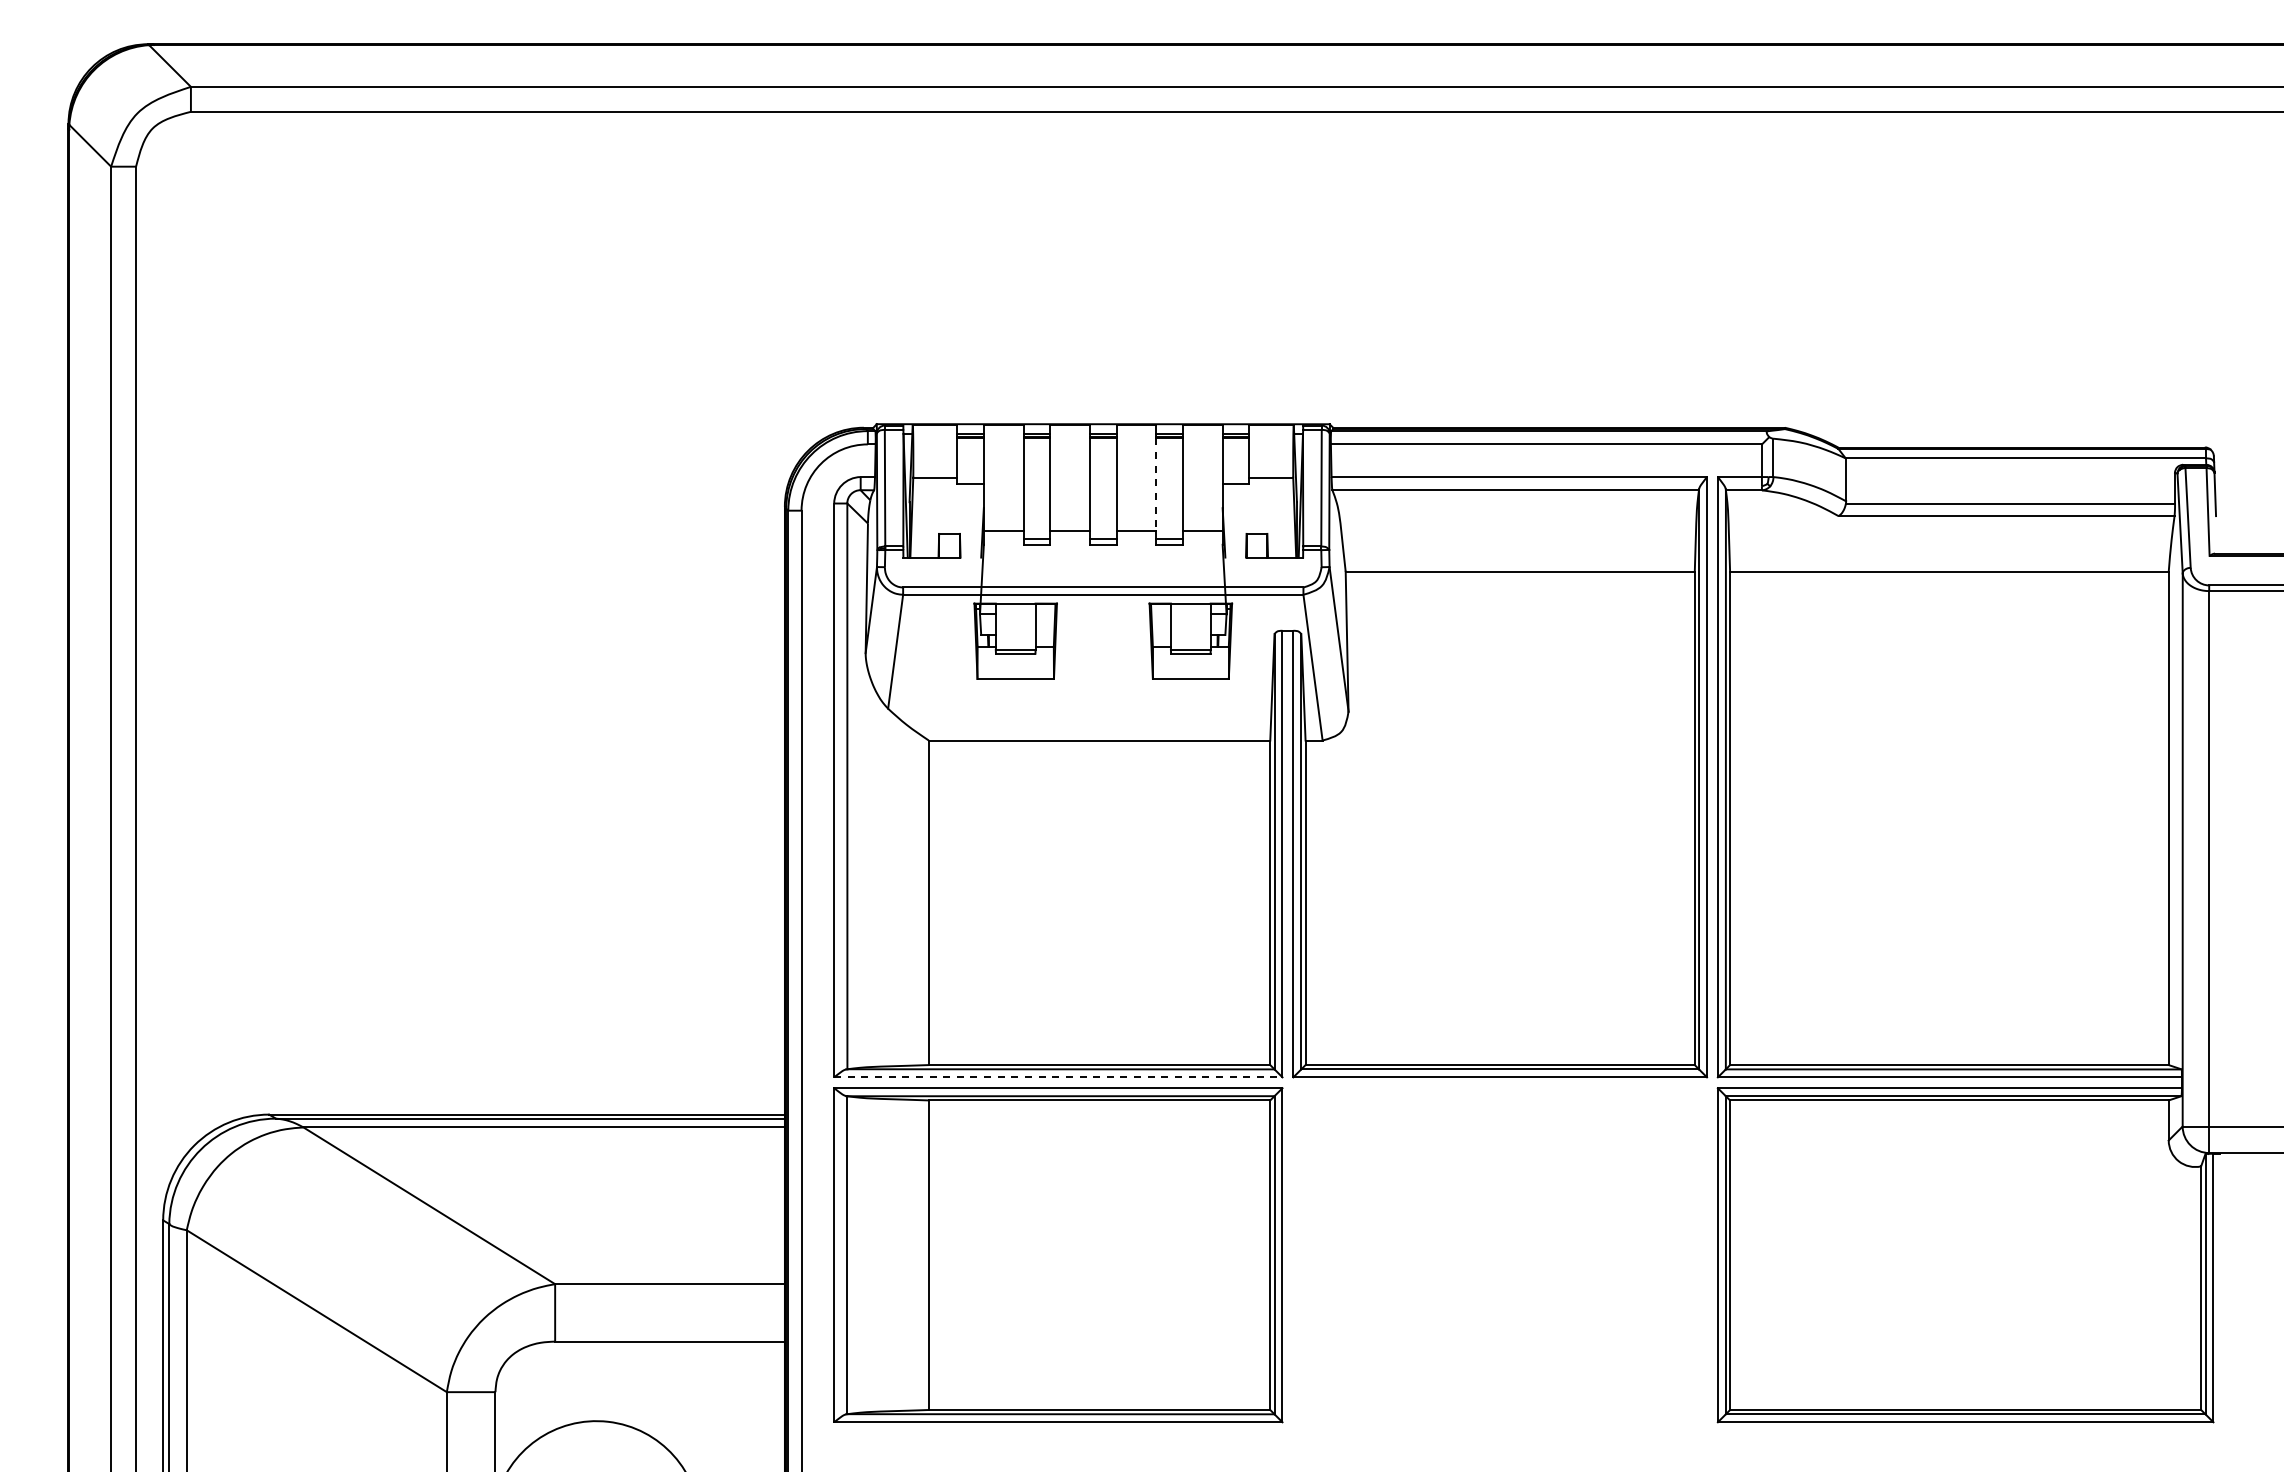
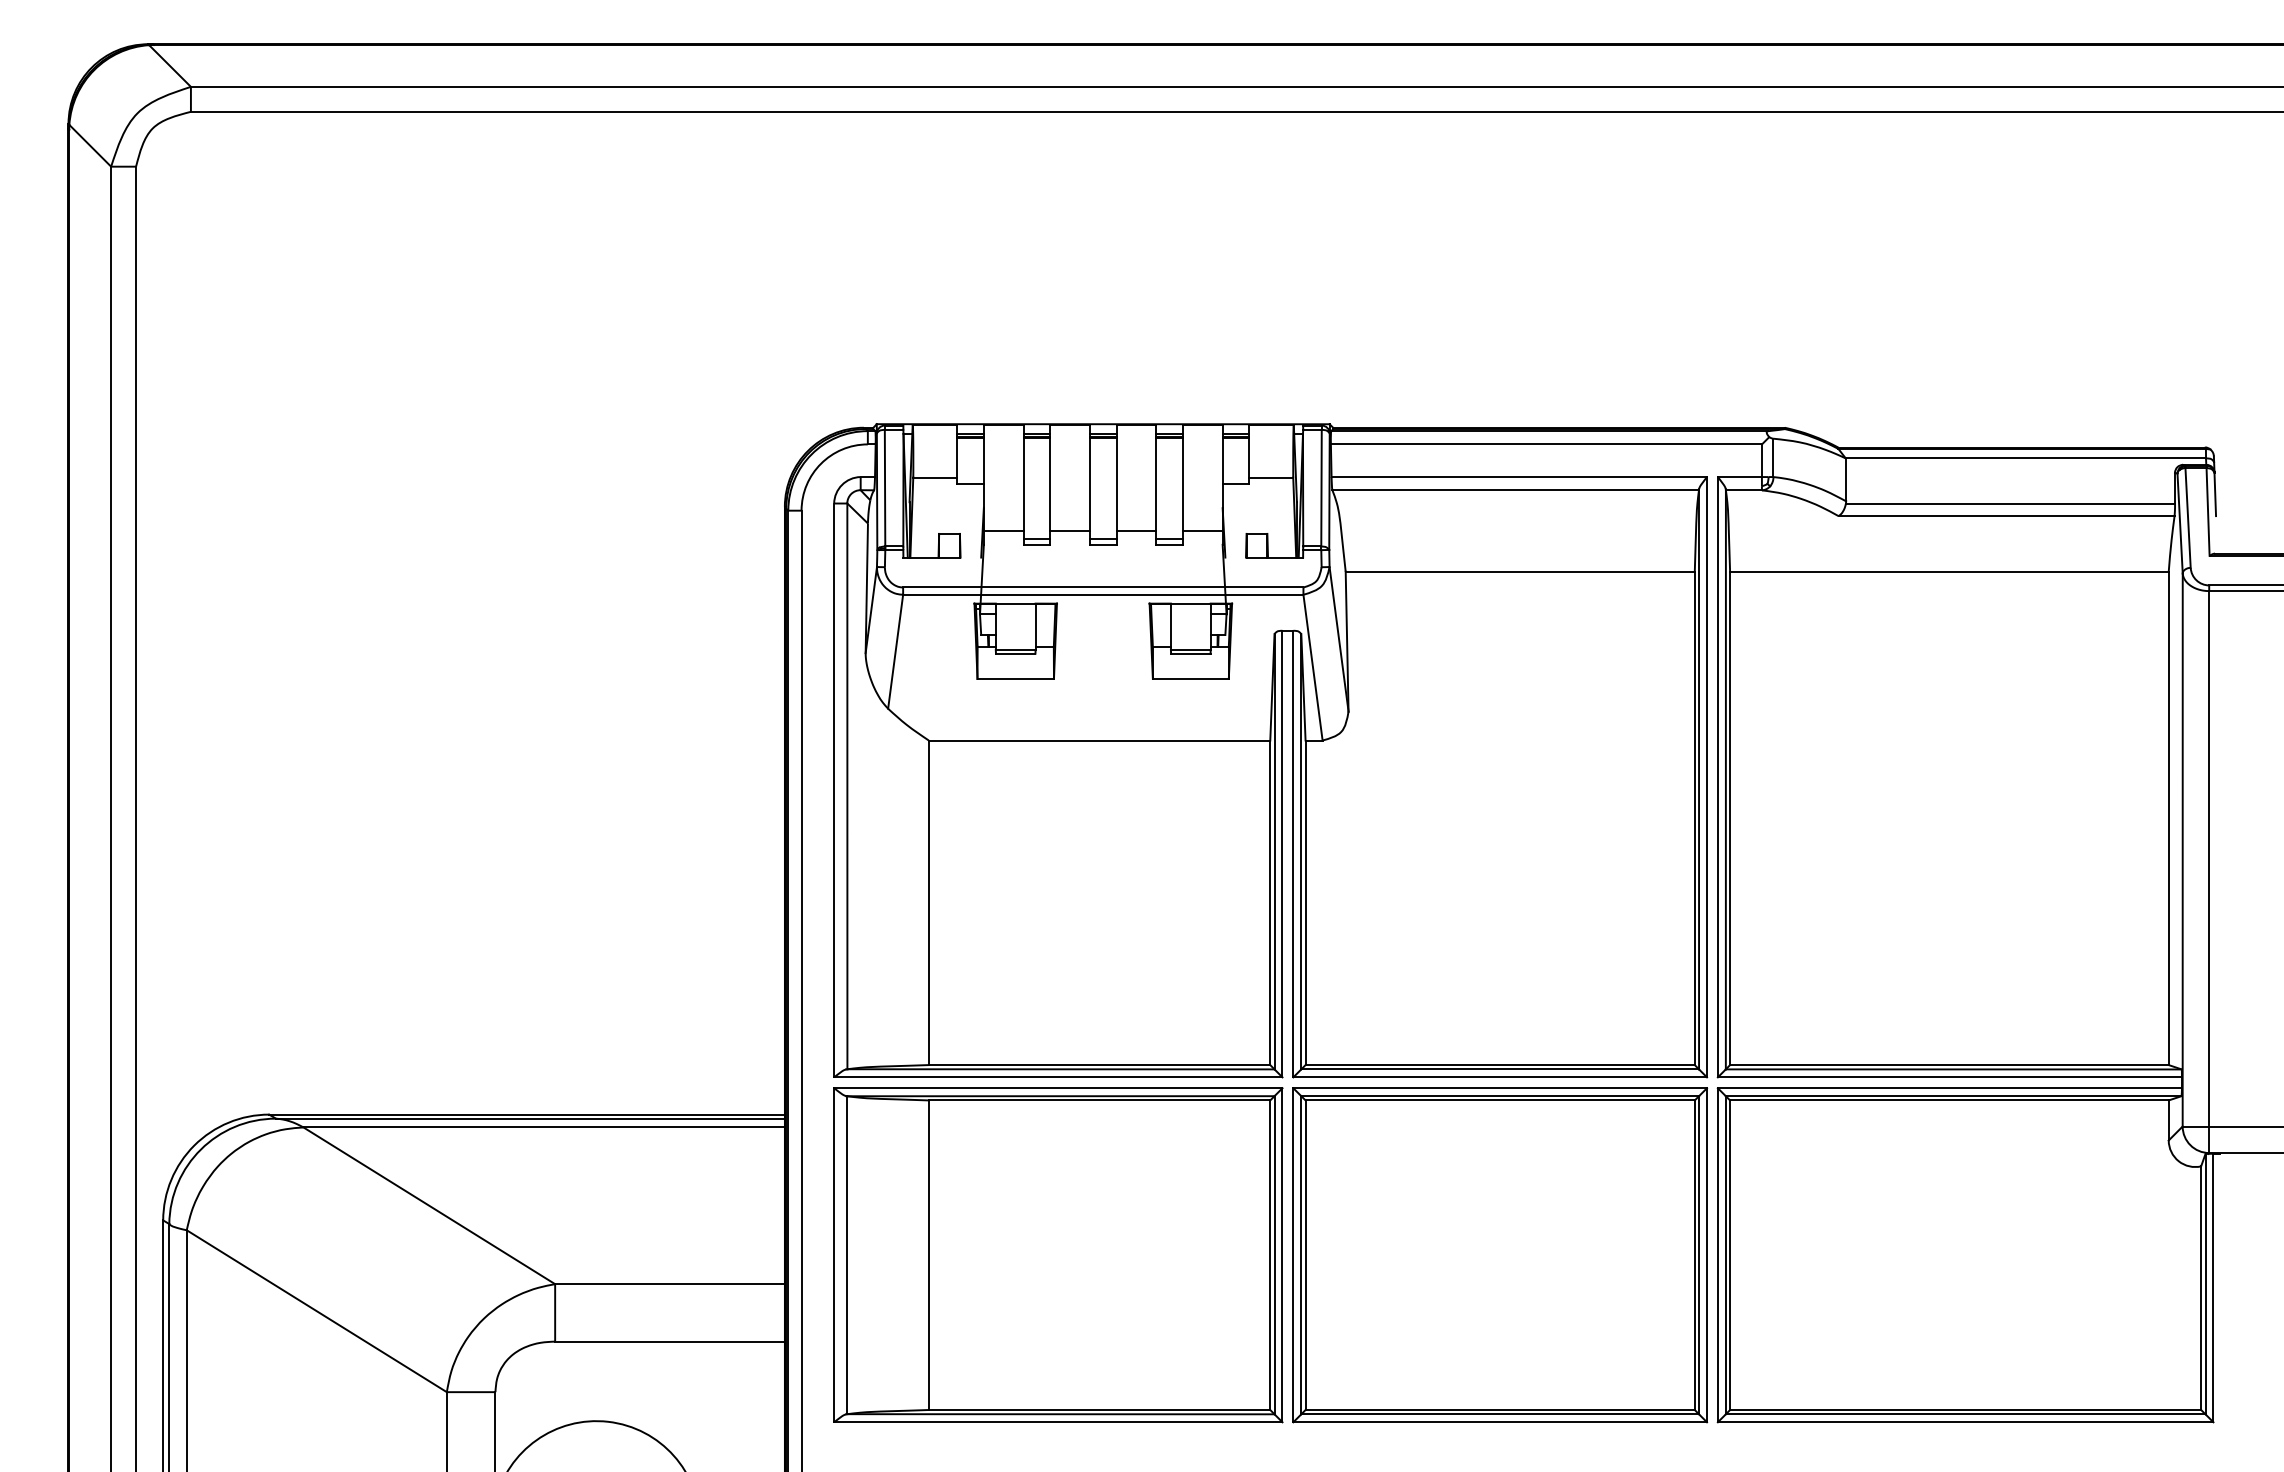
line at (1156, 485): dashed -> solid
line at (1058, 1077): dashed -> solid
part at (1500, 1255): none -> present
